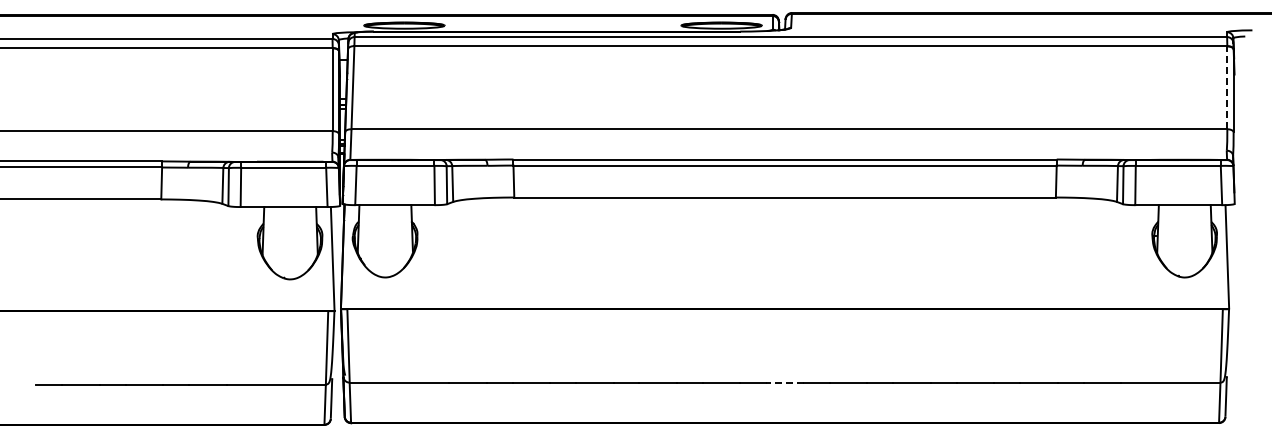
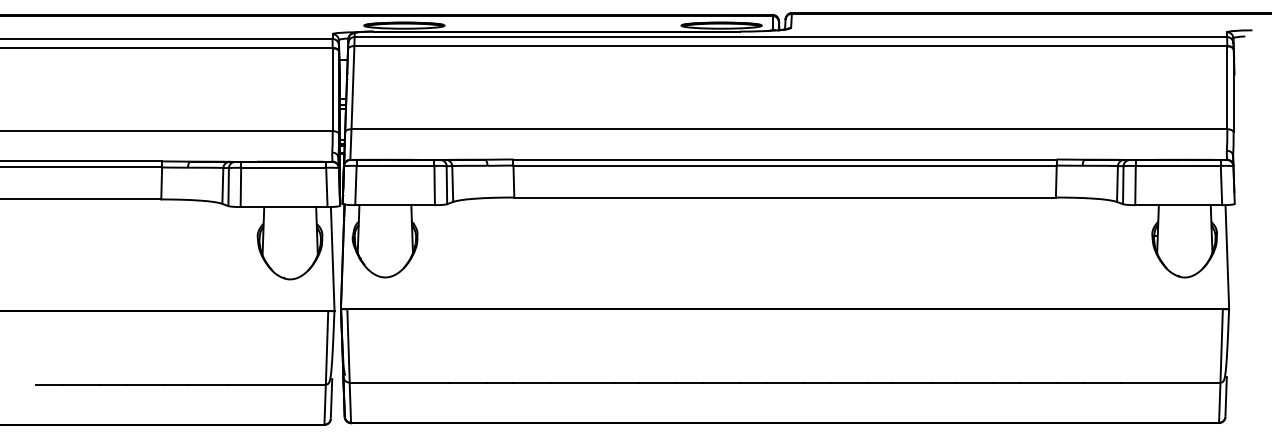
line at (1227, 87): dashed -> solid
line at (785, 382): dashed -> solid
